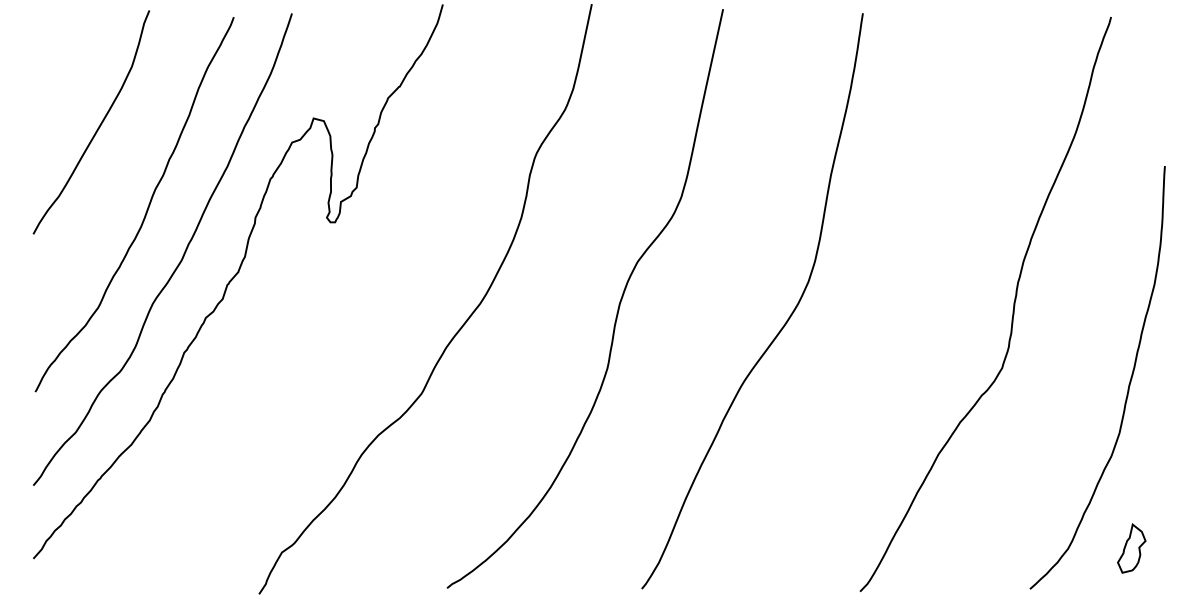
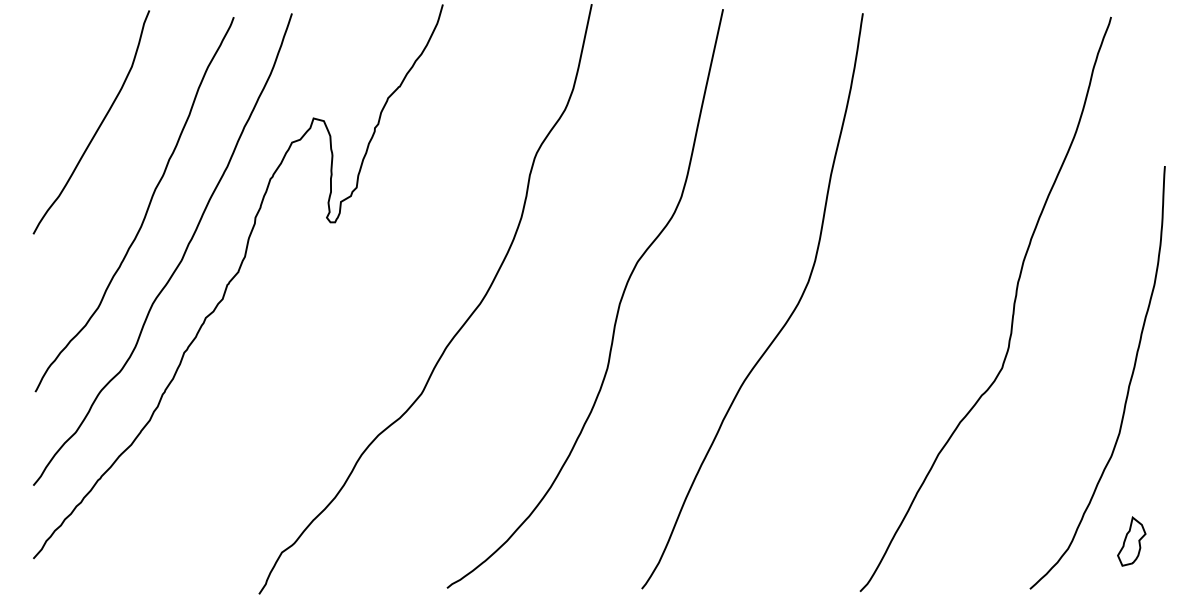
part at (1131, 548) position: (1131, 548) -> (1131, 541)
